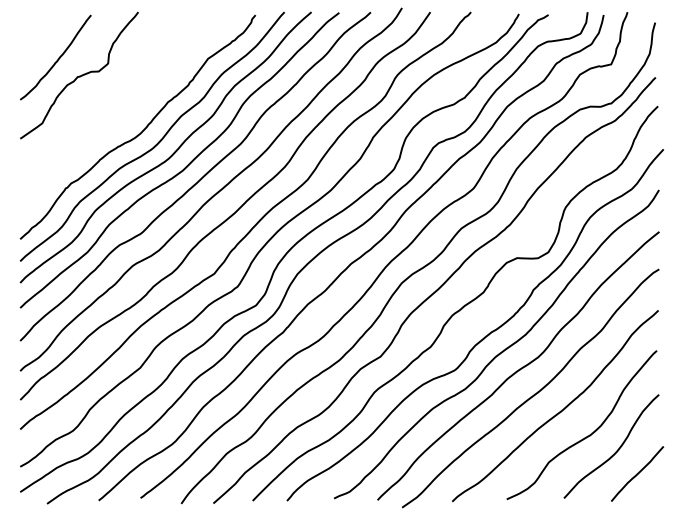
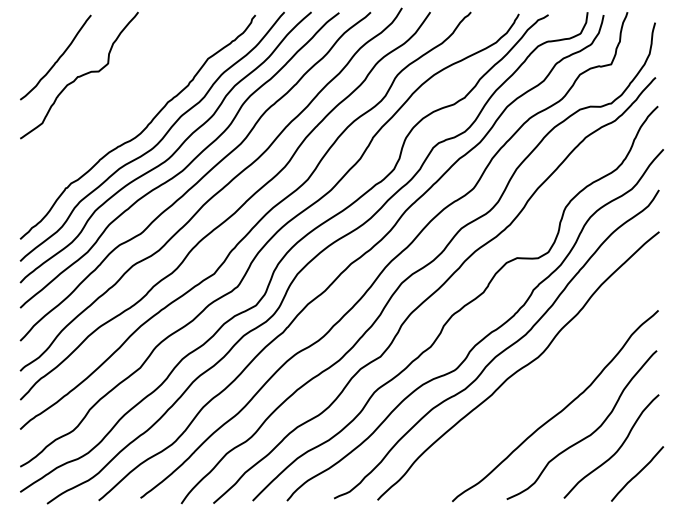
curve at (534, 393): present -> none
